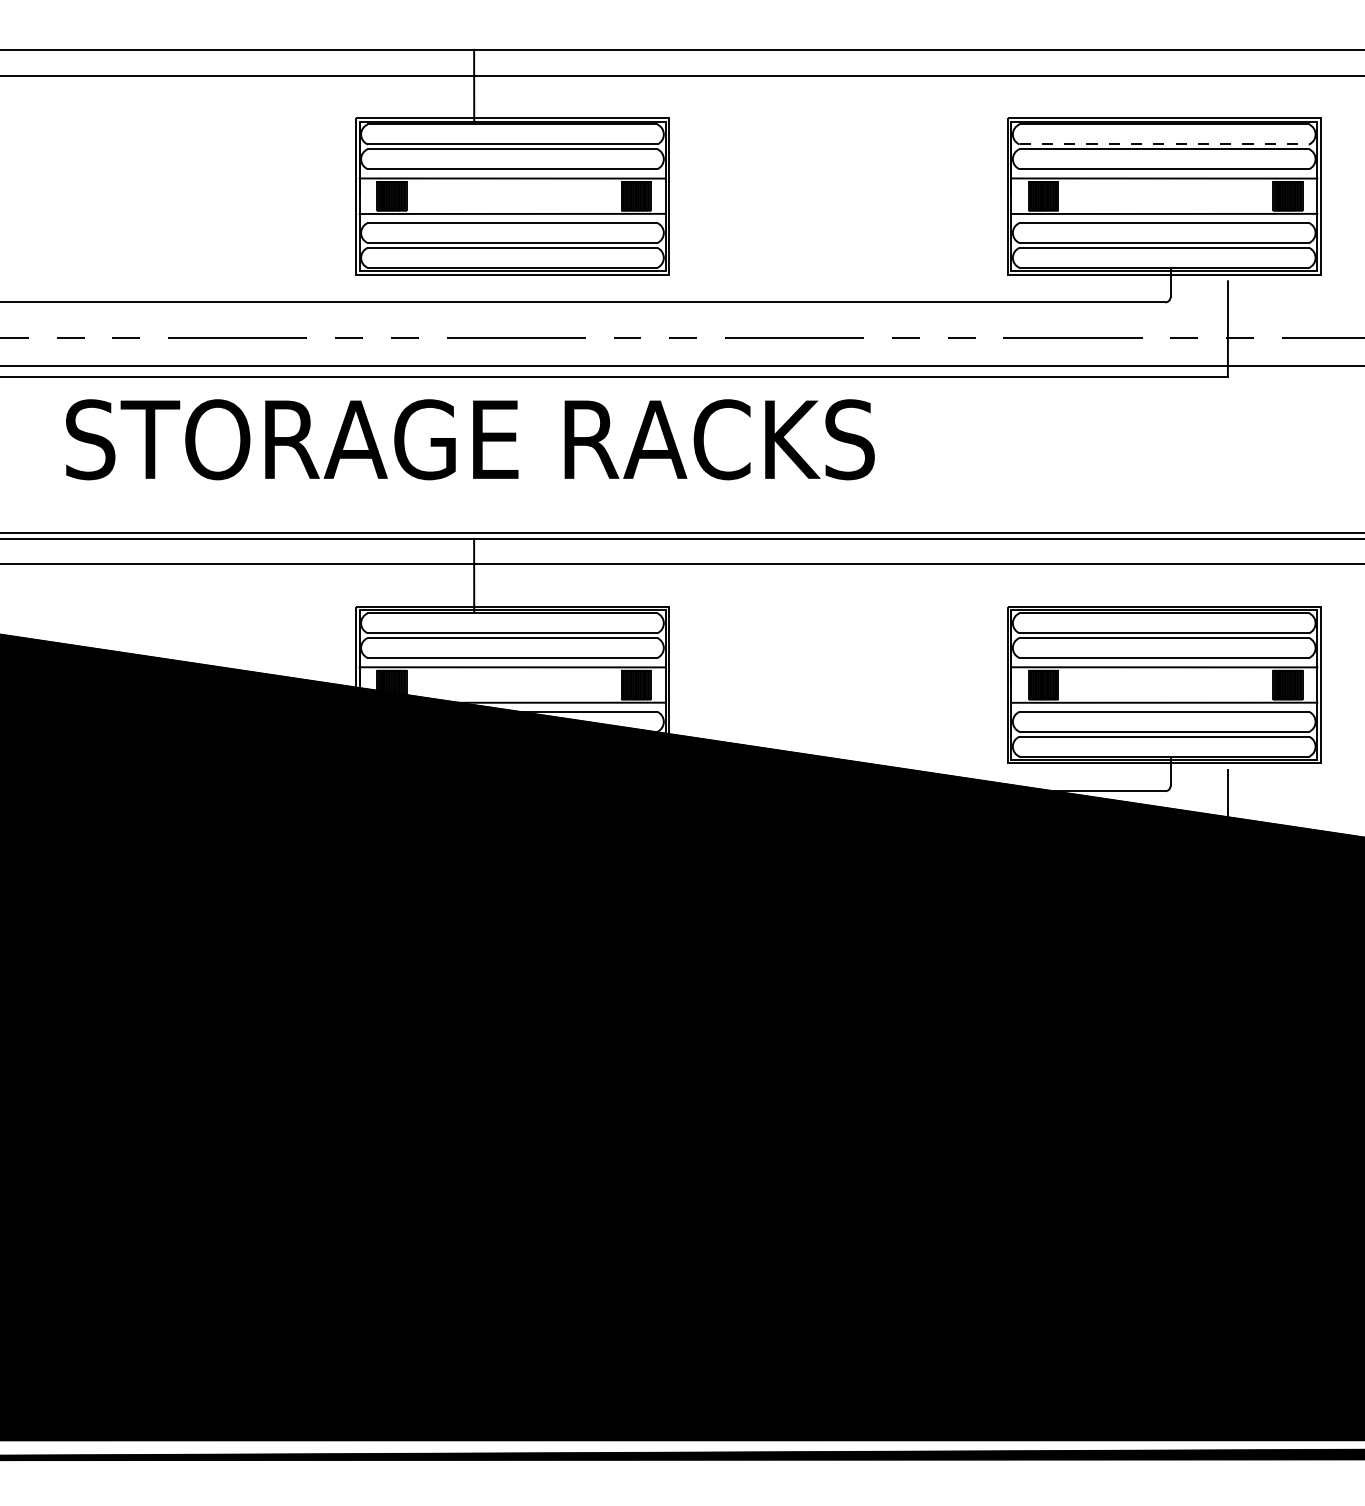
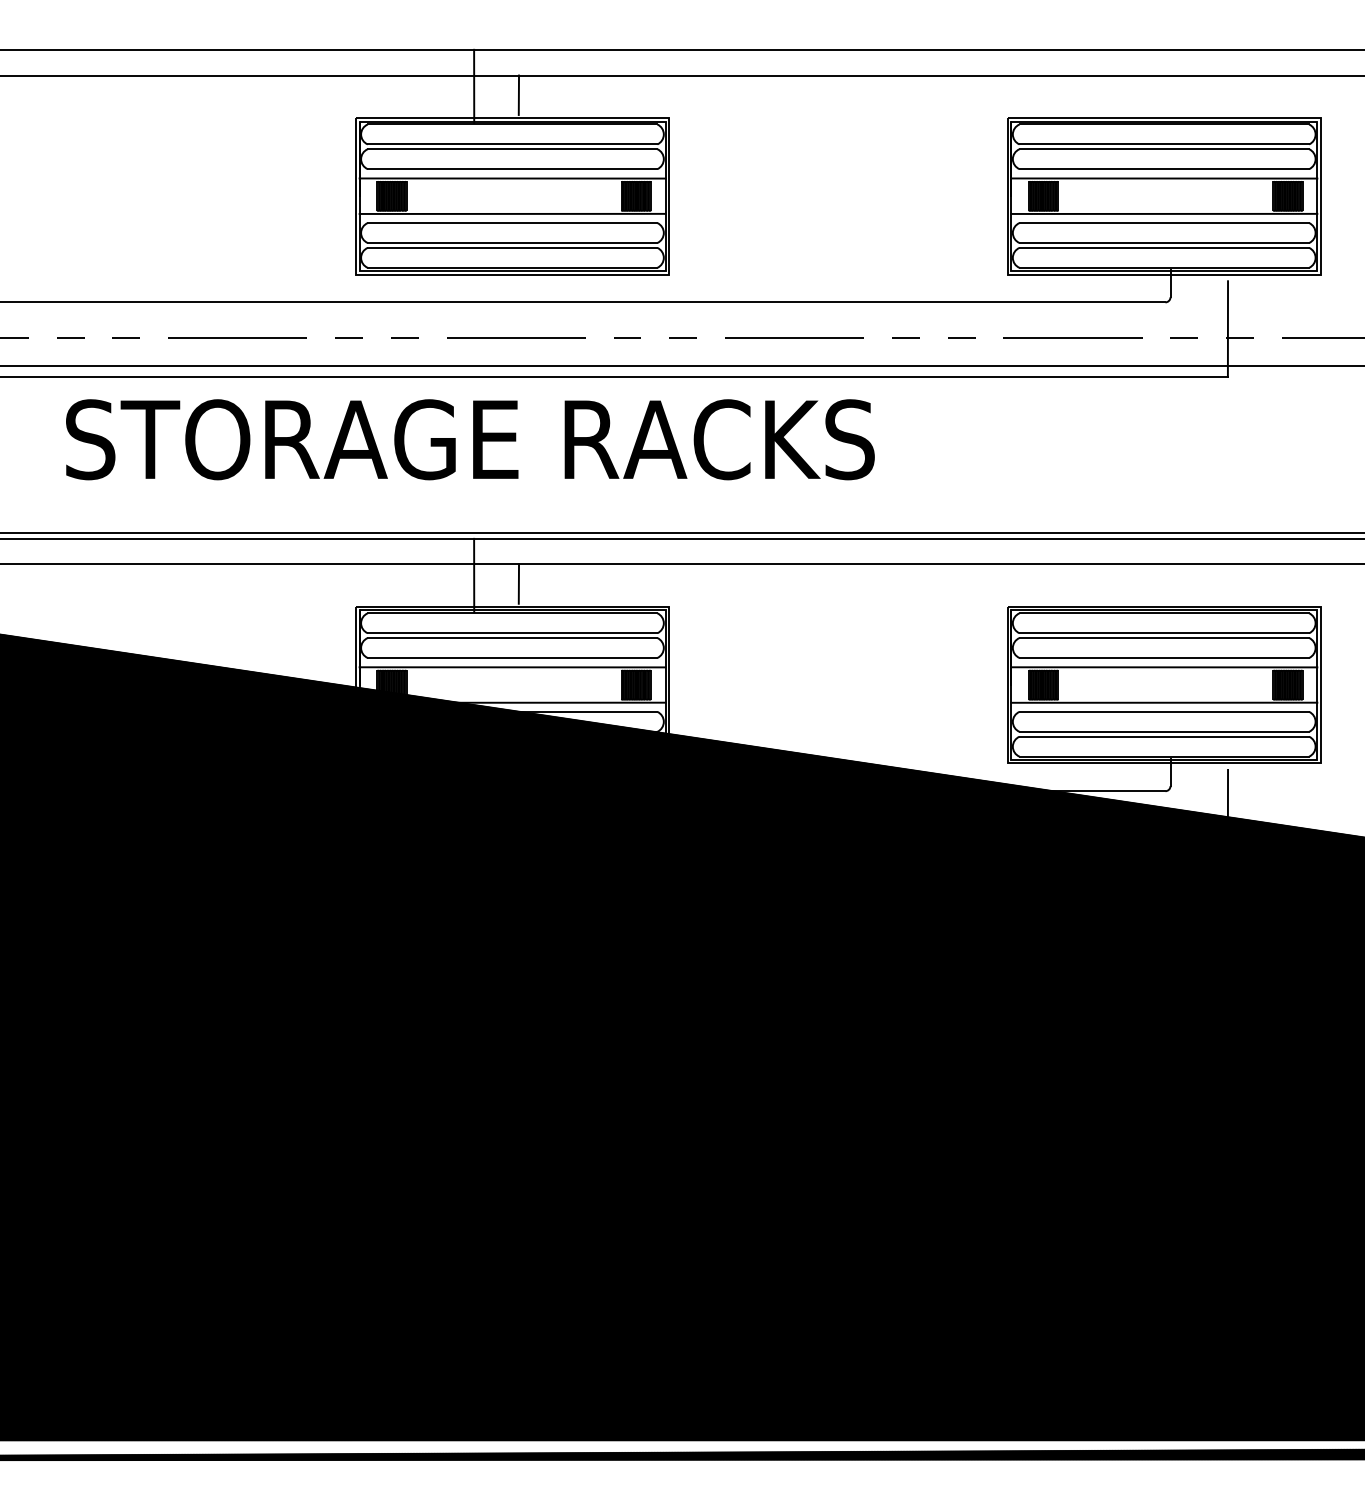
line at (518, 94): none -> present
line at (1164, 144): dashed -> solid
line at (518, 583): none -> present
